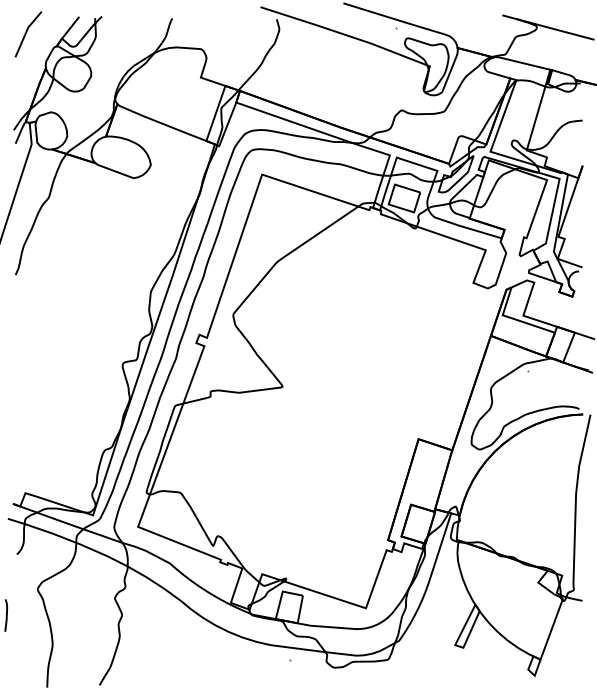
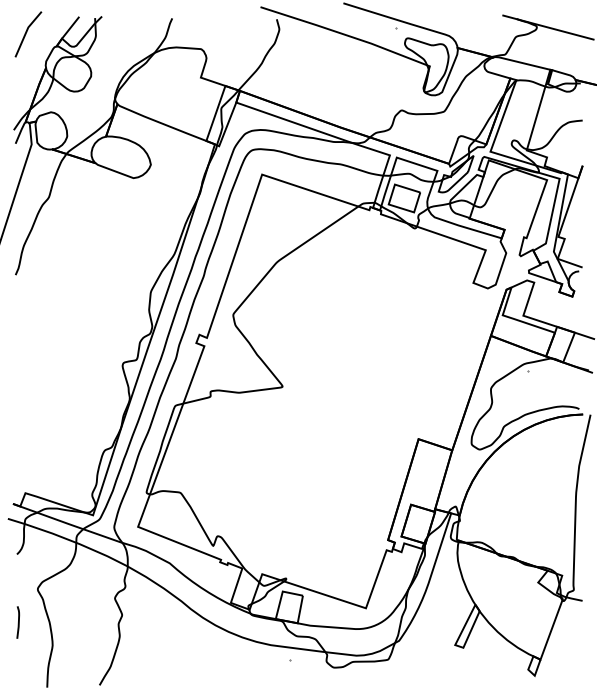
curve at (6, 615) position: (6, 615) -> (18, 622)
